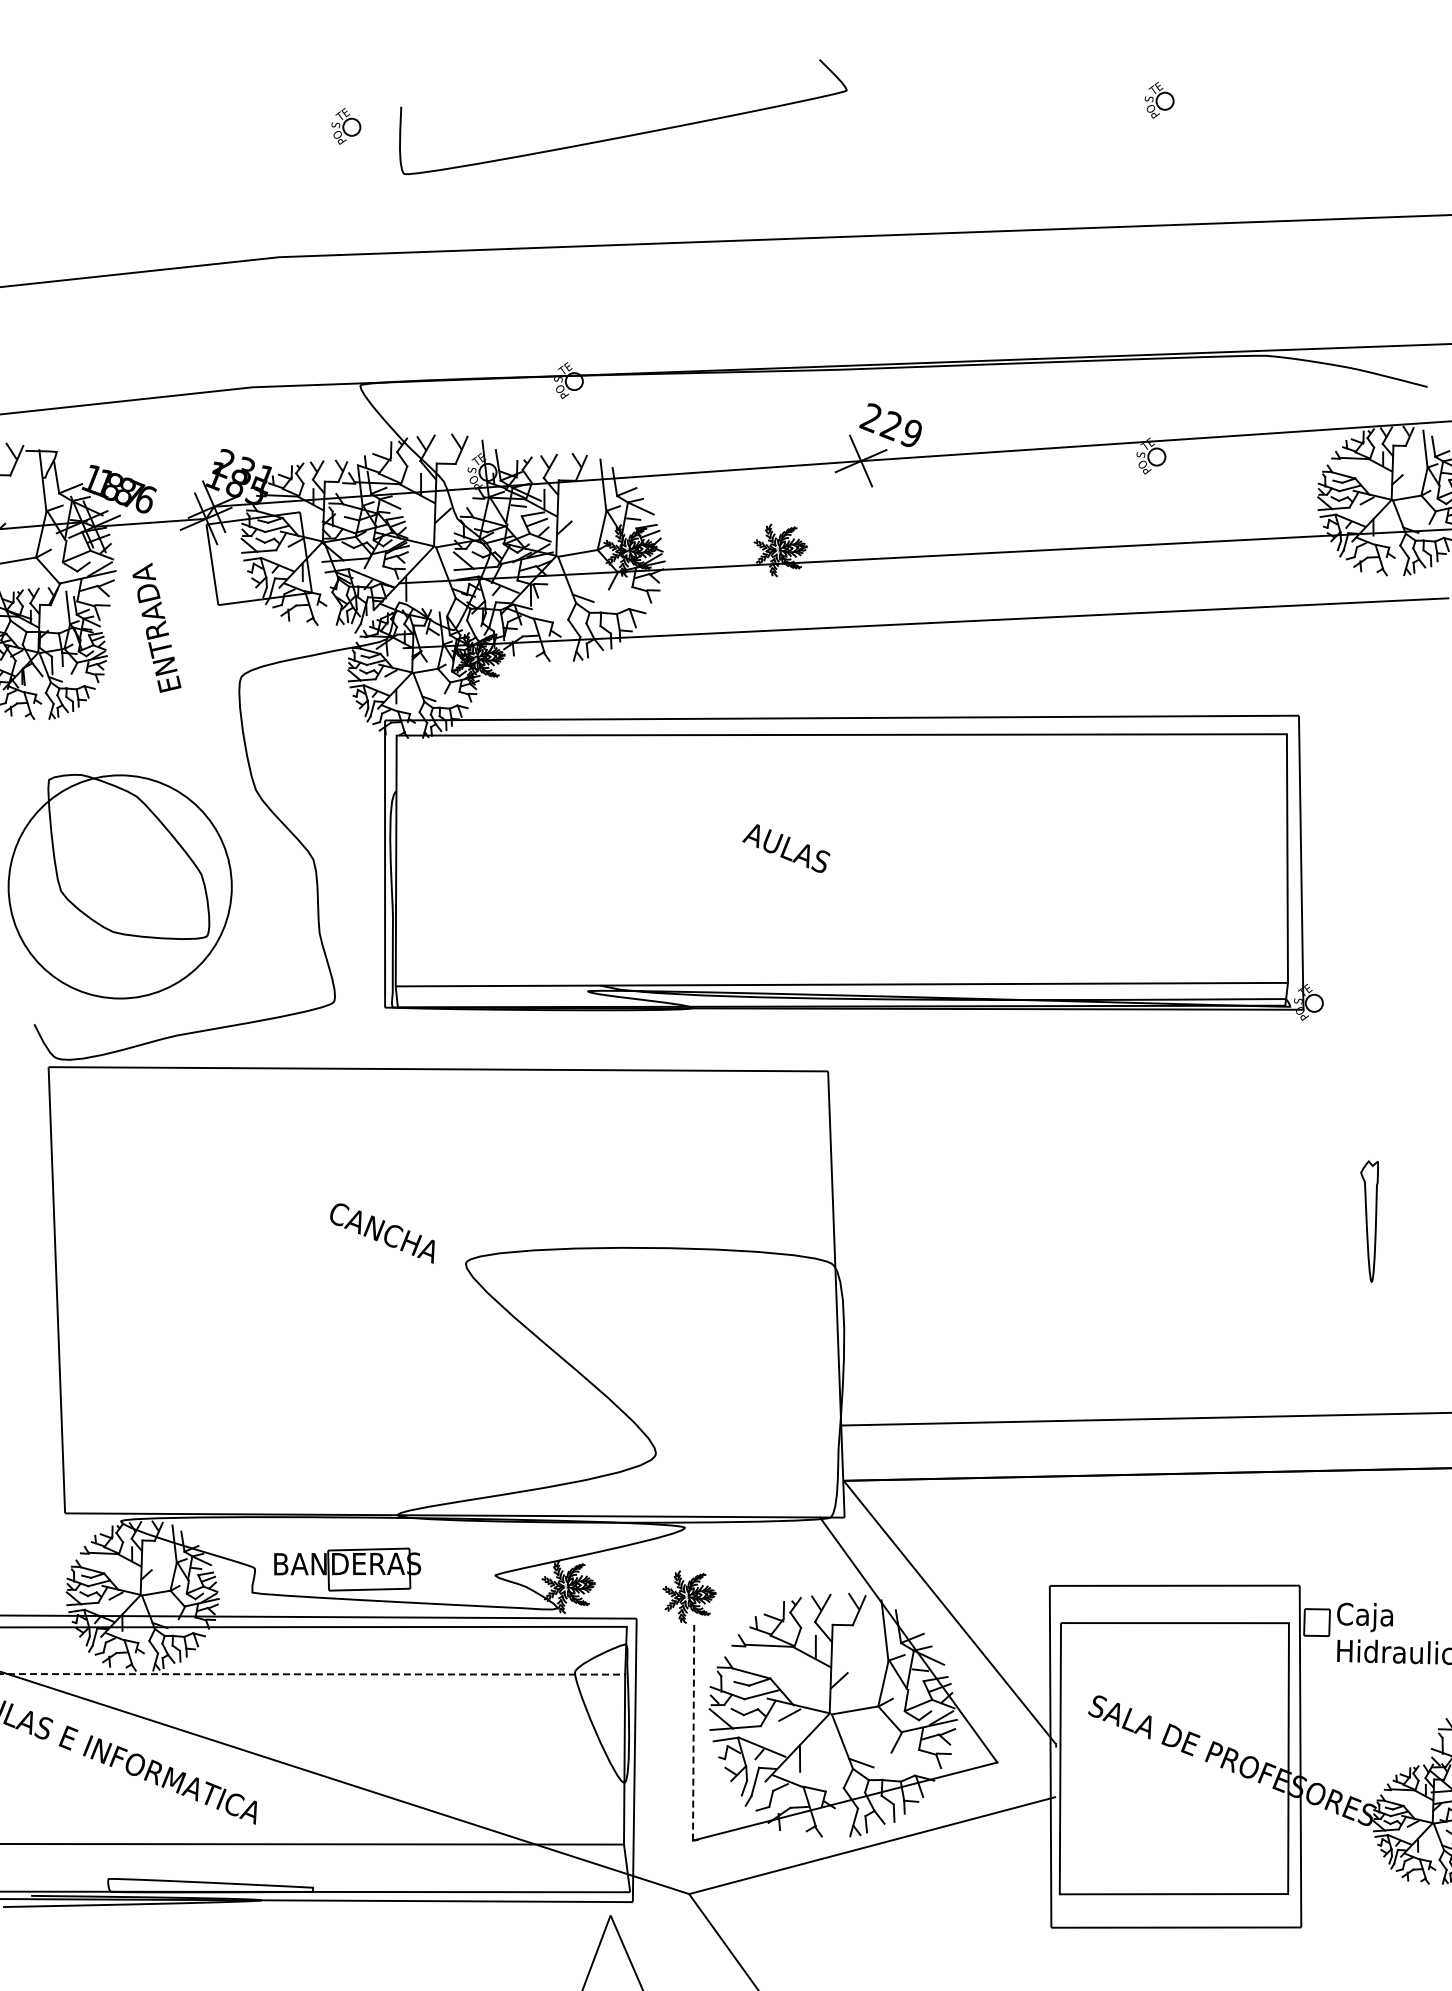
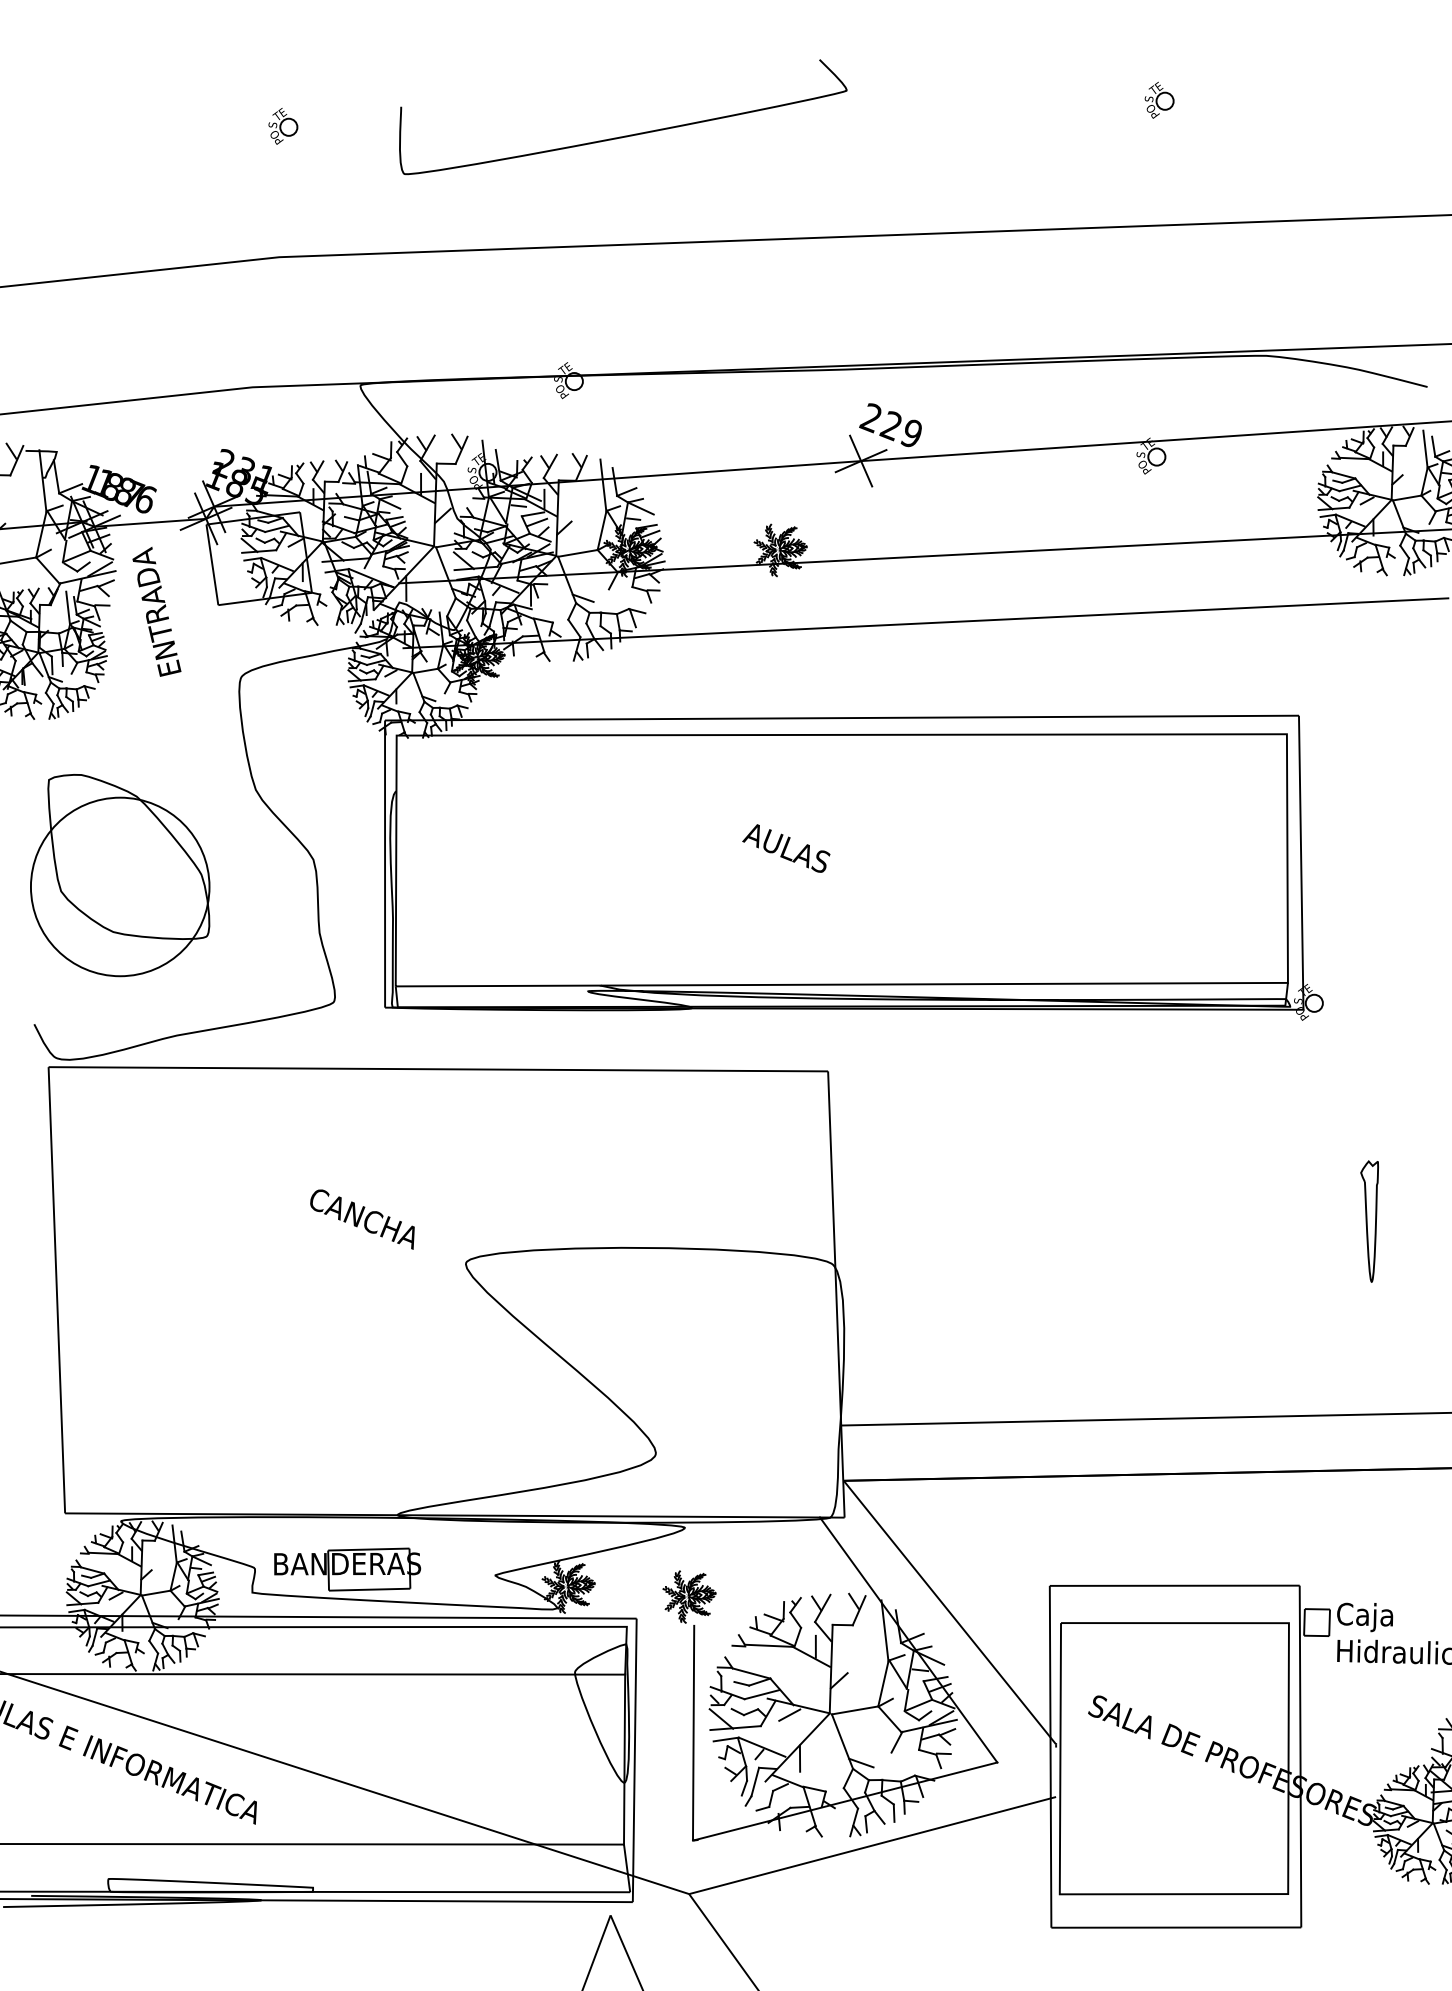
part at (346, 126) position: (346, 126) -> (283, 126)
text at (156, 627) position: (156, 627) -> (156, 611)
circle at (119, 886) diameter: 223 px -> 179 px
text at (382, 1233) position: (382, 1233) -> (362, 1219)
line at (313, 1674): dashed -> solid
line at (693, 1732): dashed -> solid
